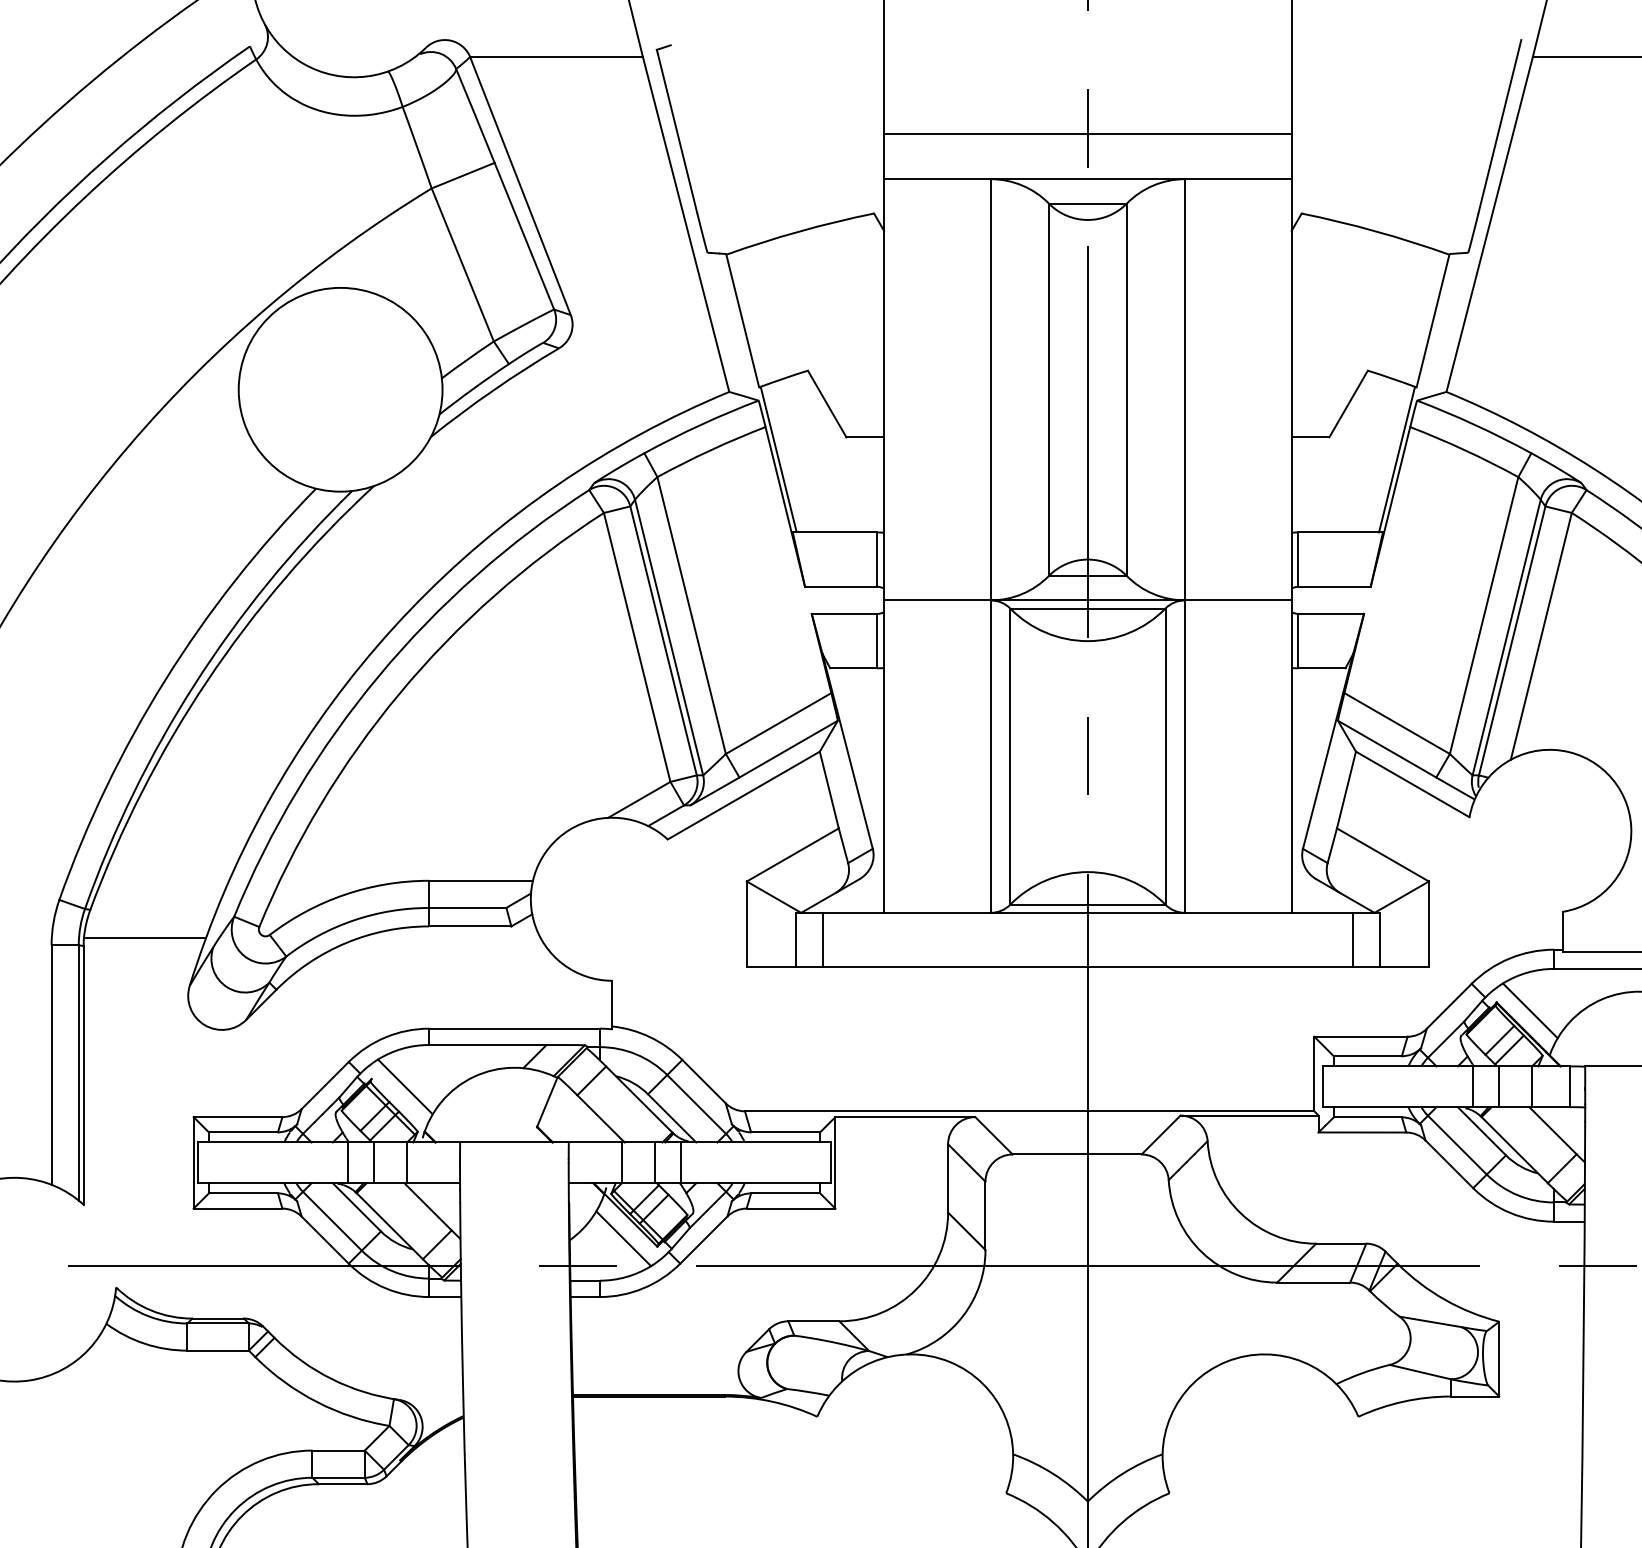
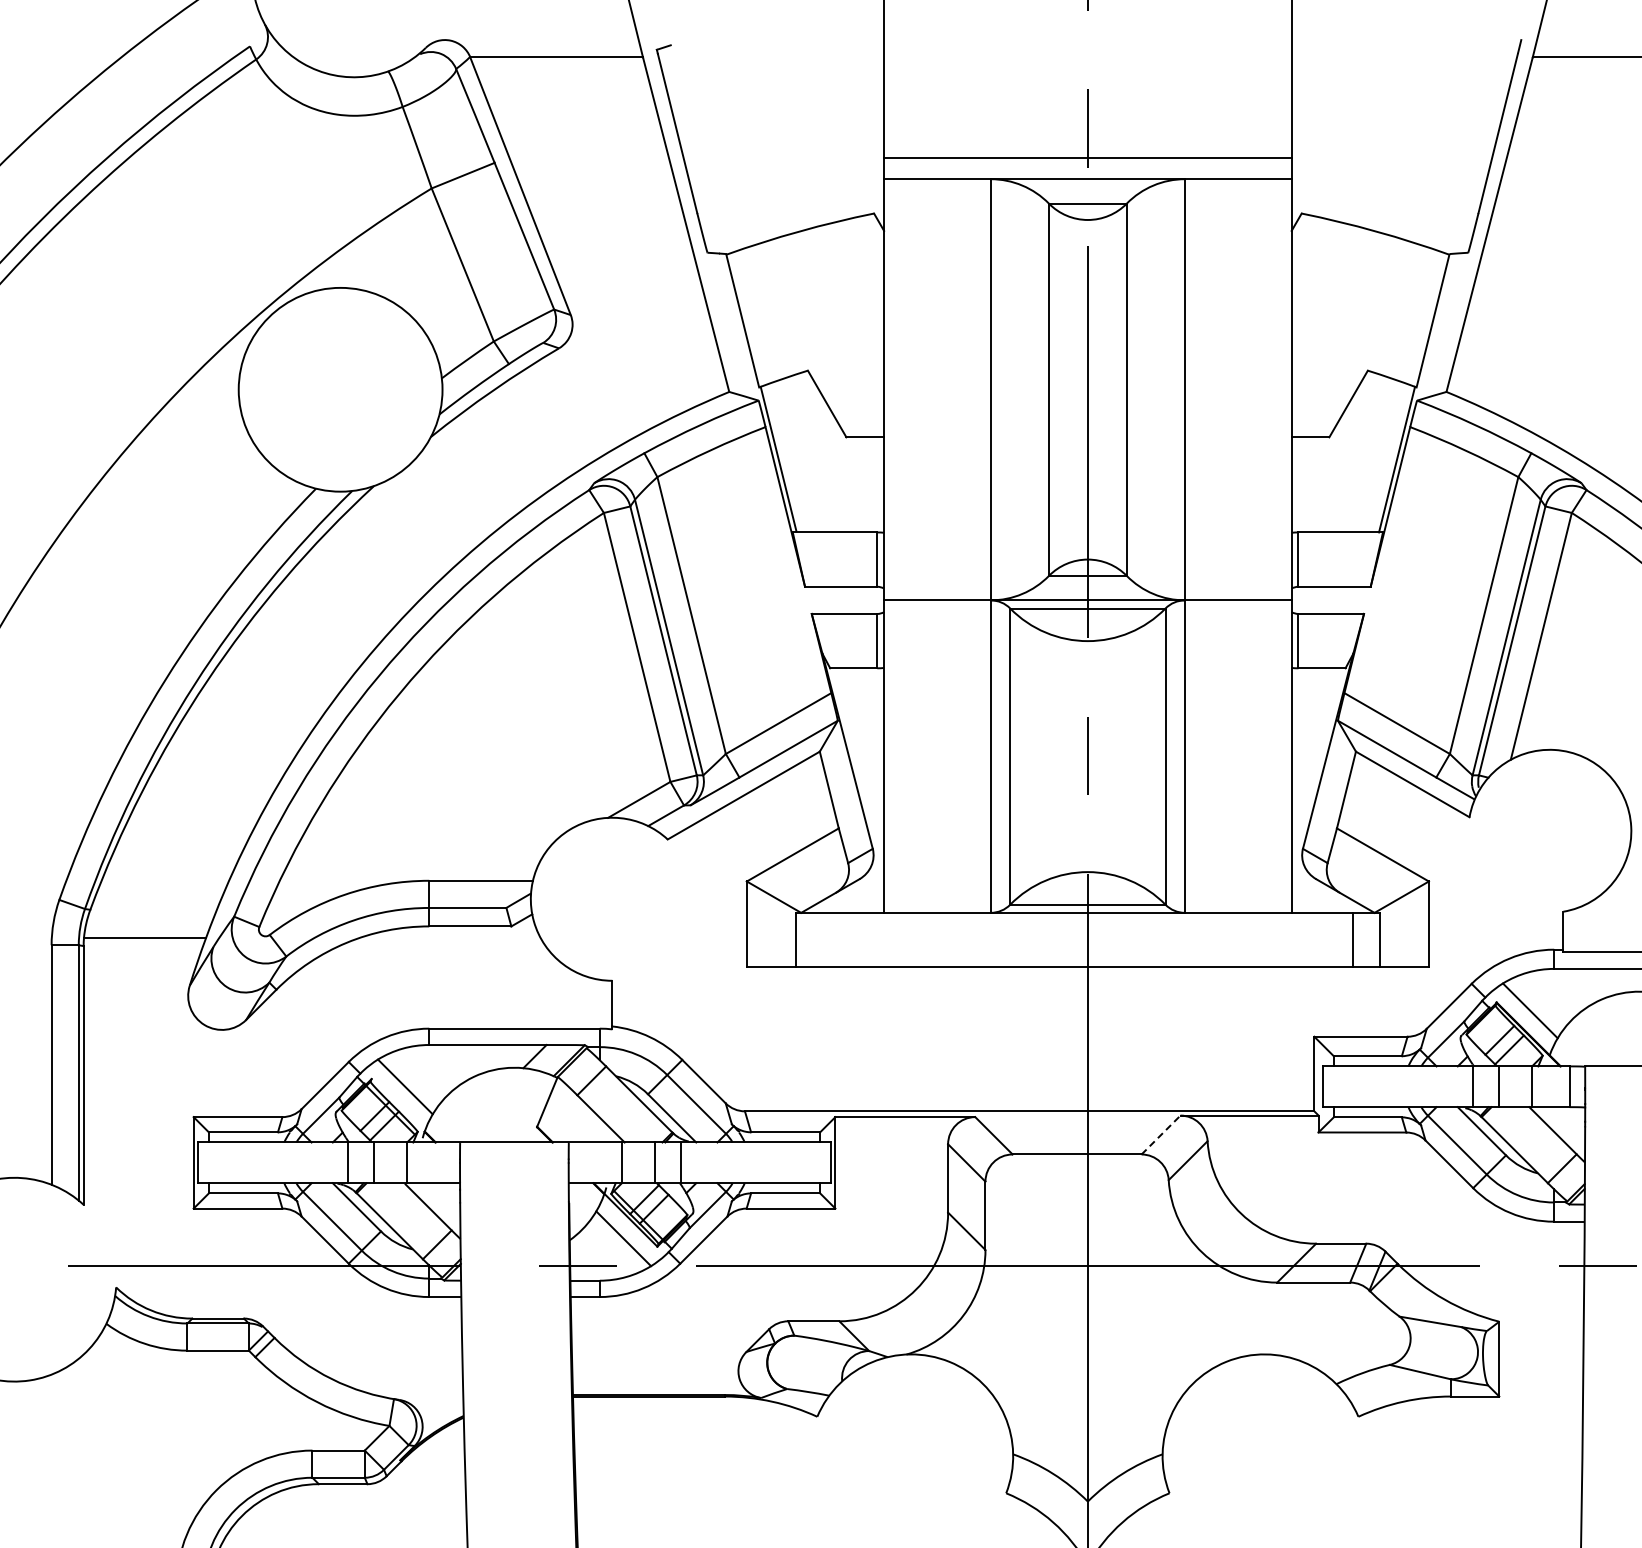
line at (1087, 134) position: (1087, 134) -> (1087, 158)
line at (822, 939): present -> none
line at (1161, 1135): solid -> dashed
